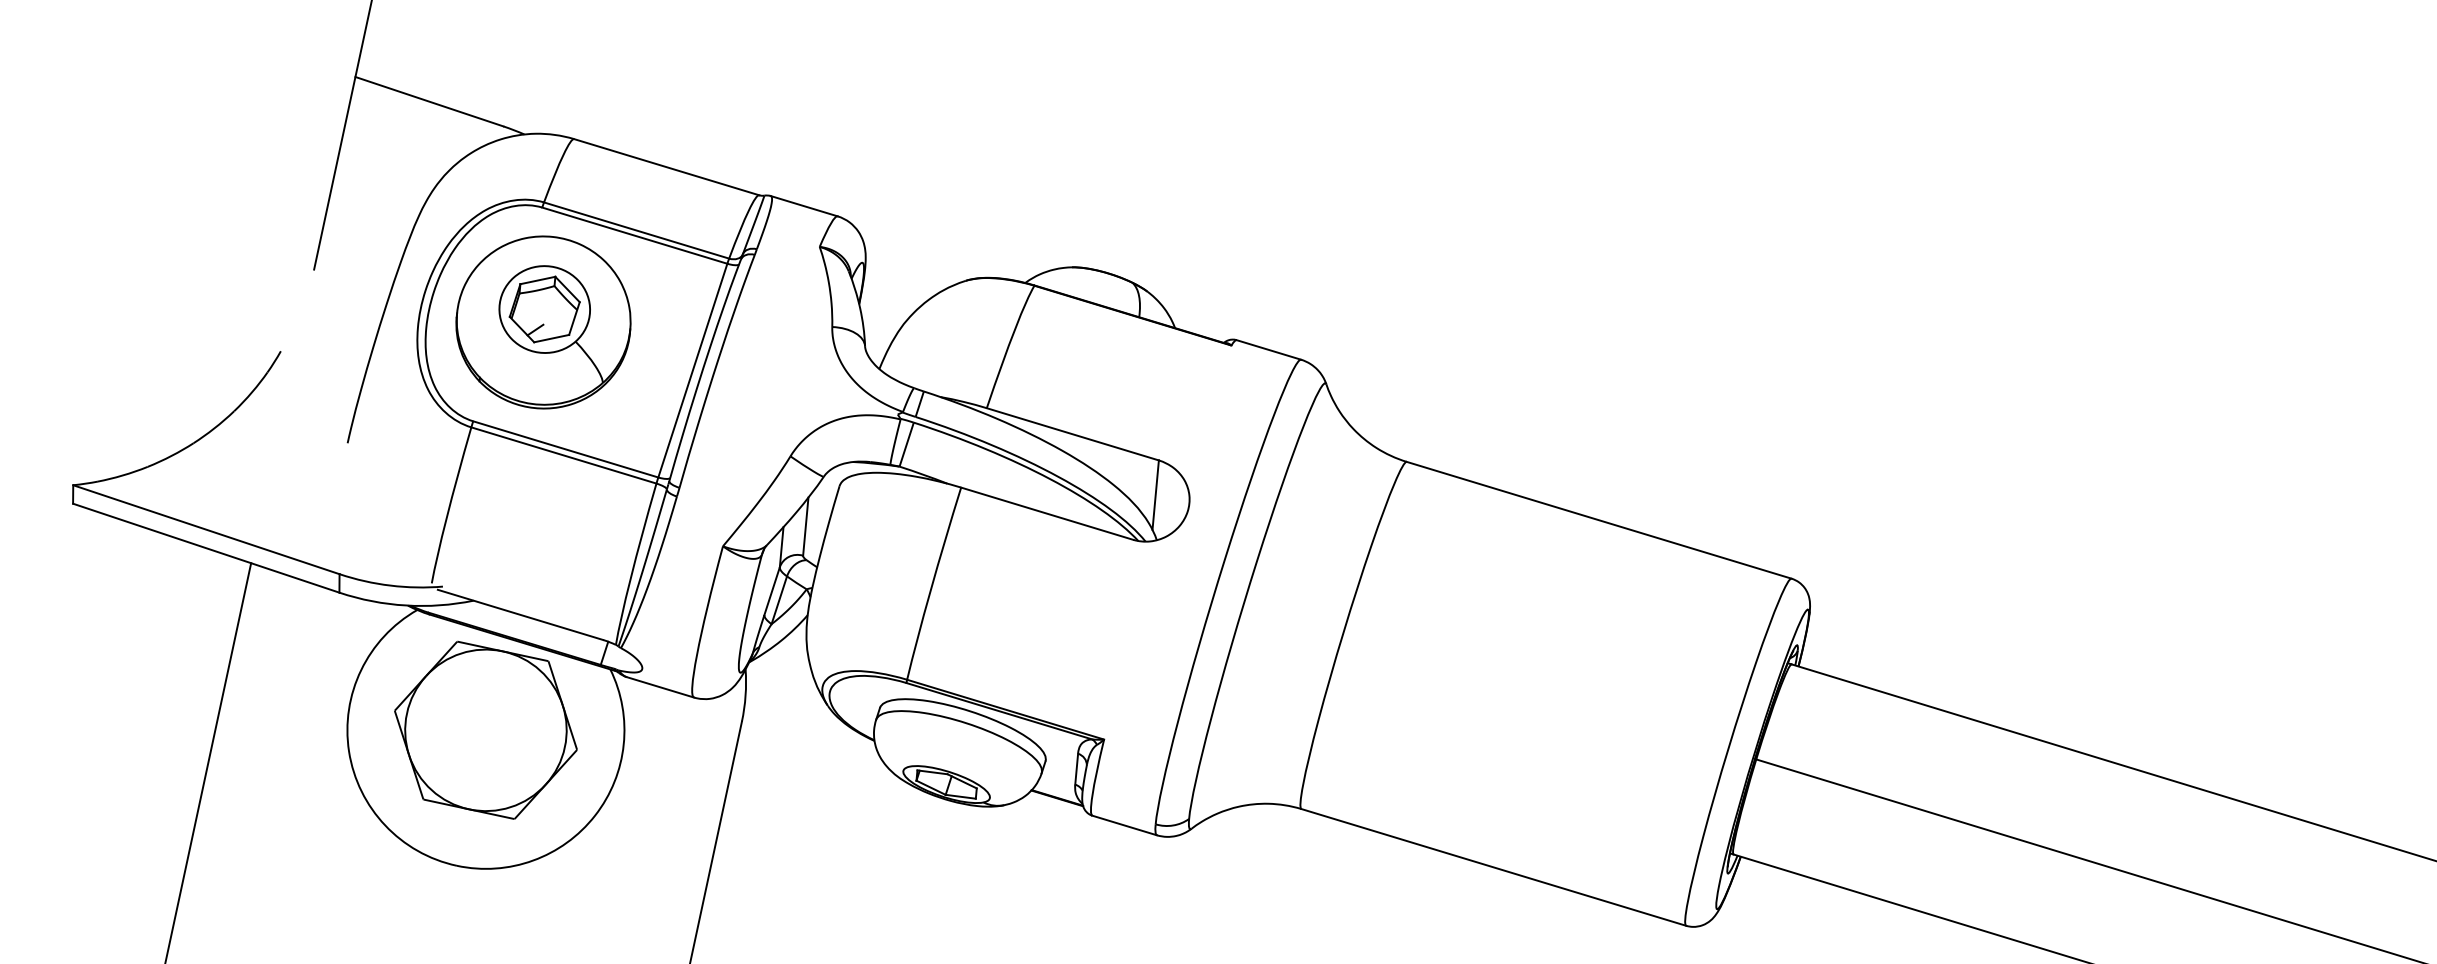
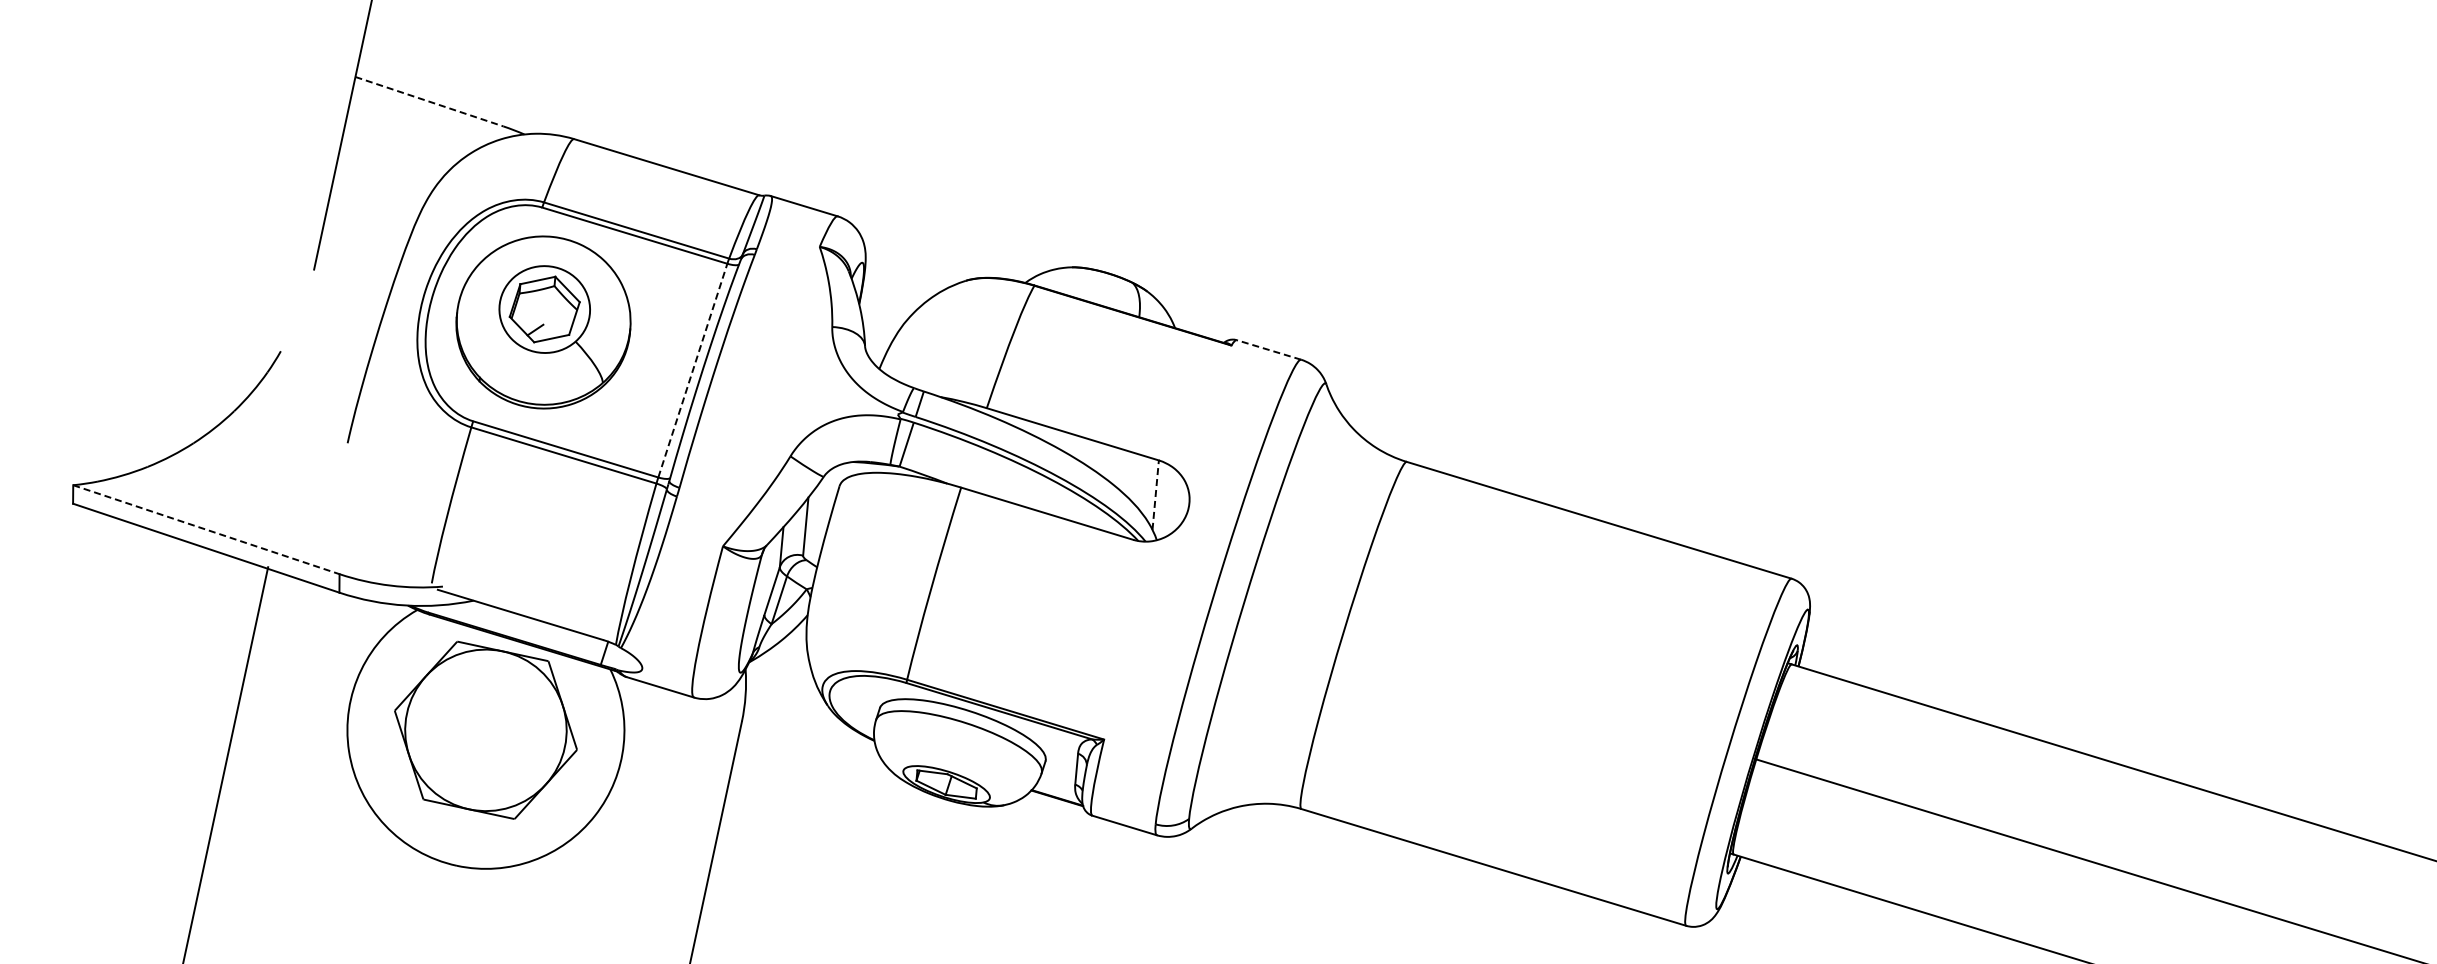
line at (429, 101): solid -> dashed
line at (1268, 349): solid -> dashed
line at (693, 370): solid -> dashed
line at (1155, 495): solid -> dashed
line at (206, 529): solid -> dashed
line at (208, 761) position: (208, 761) -> (225, 763)
